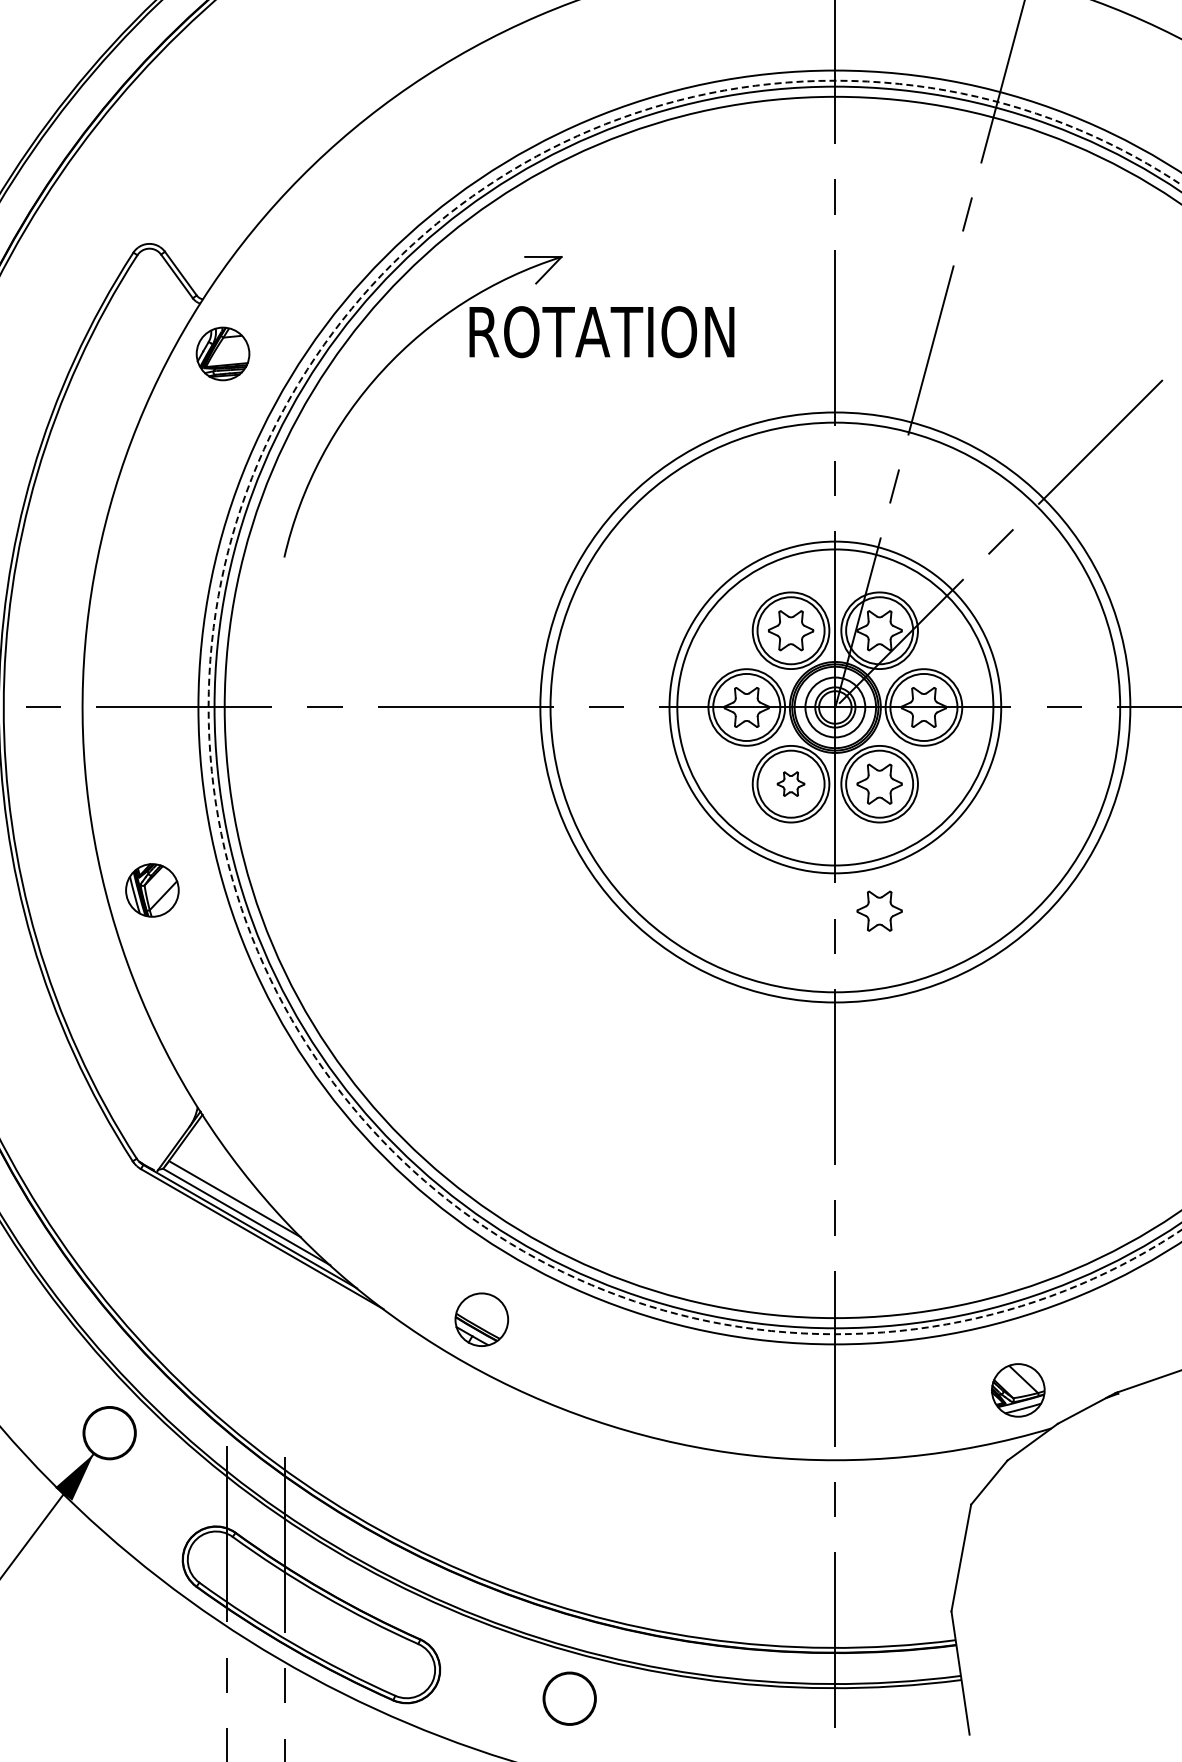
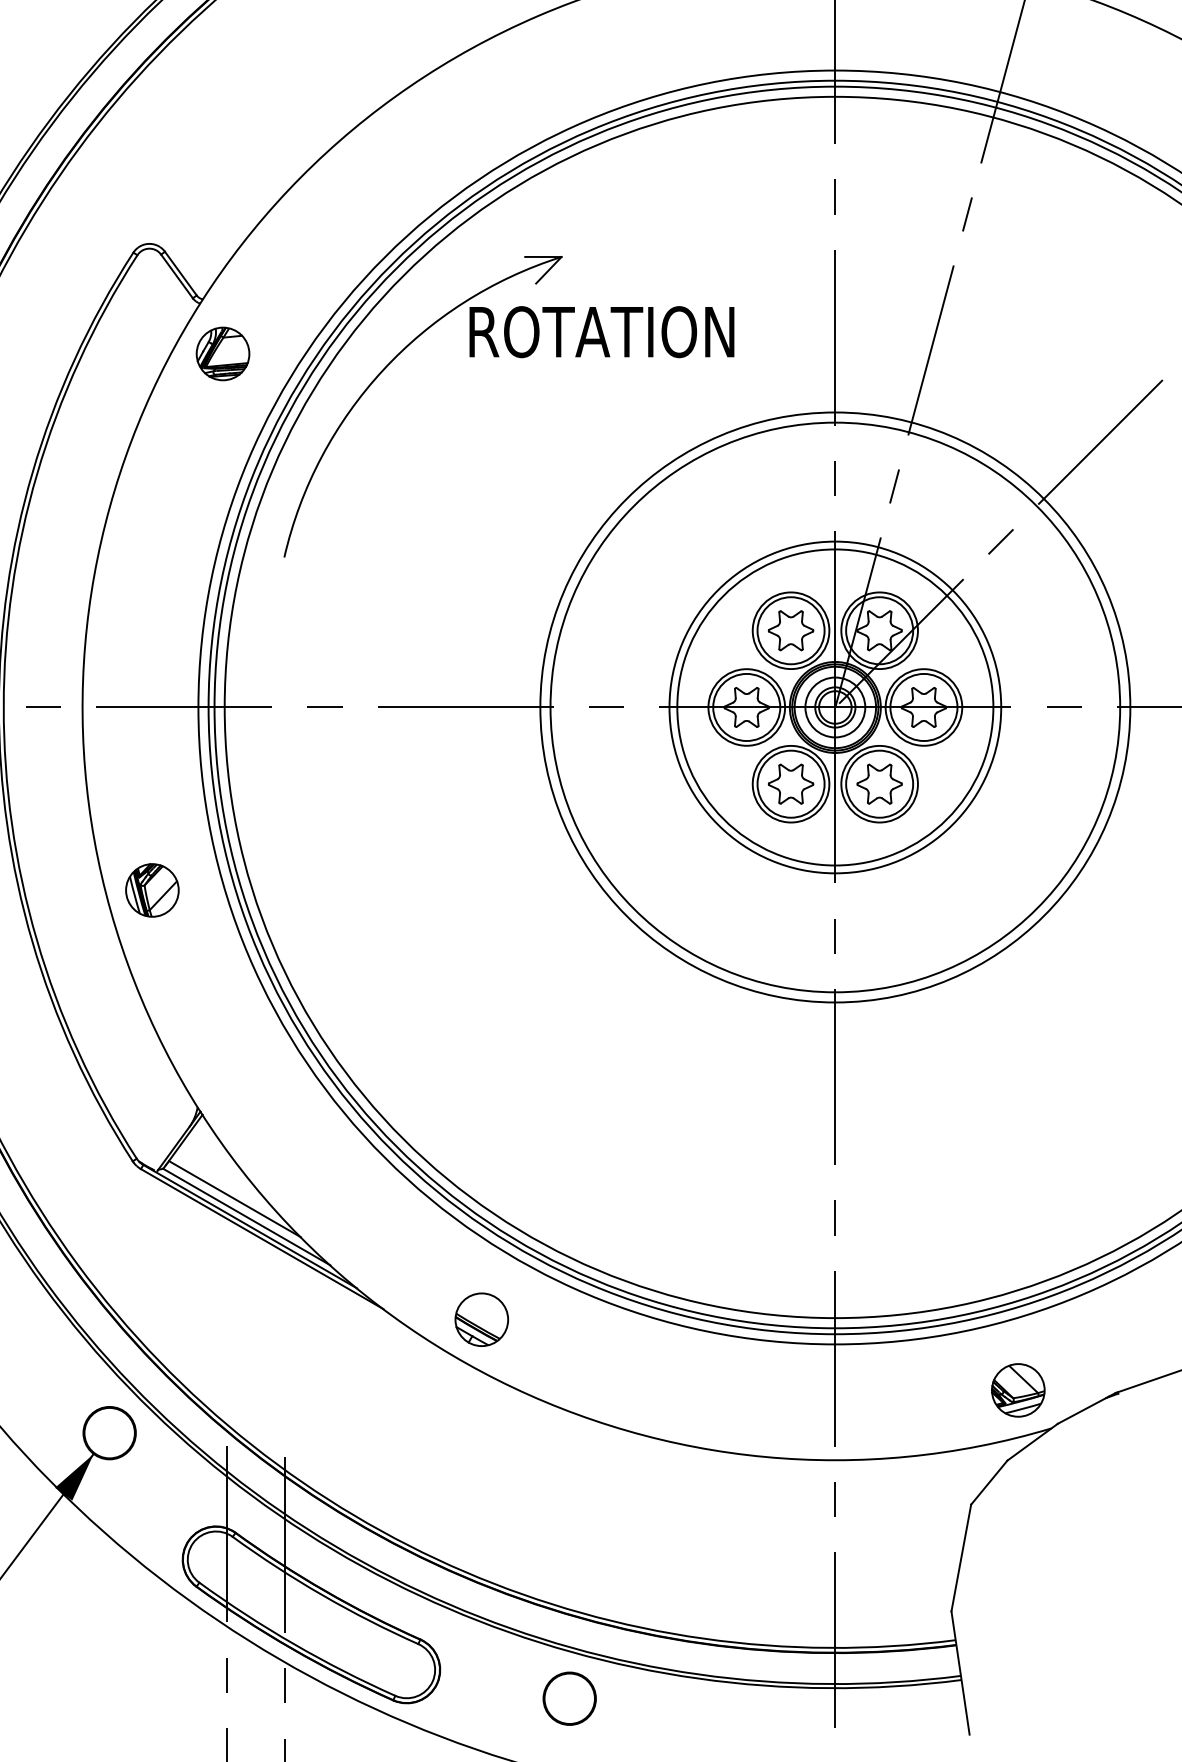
circle at (694, 707): dashed -> solid
part at (790, 783) size: 30x26 px -> 48x42 px
part at (879, 910): present -> none
